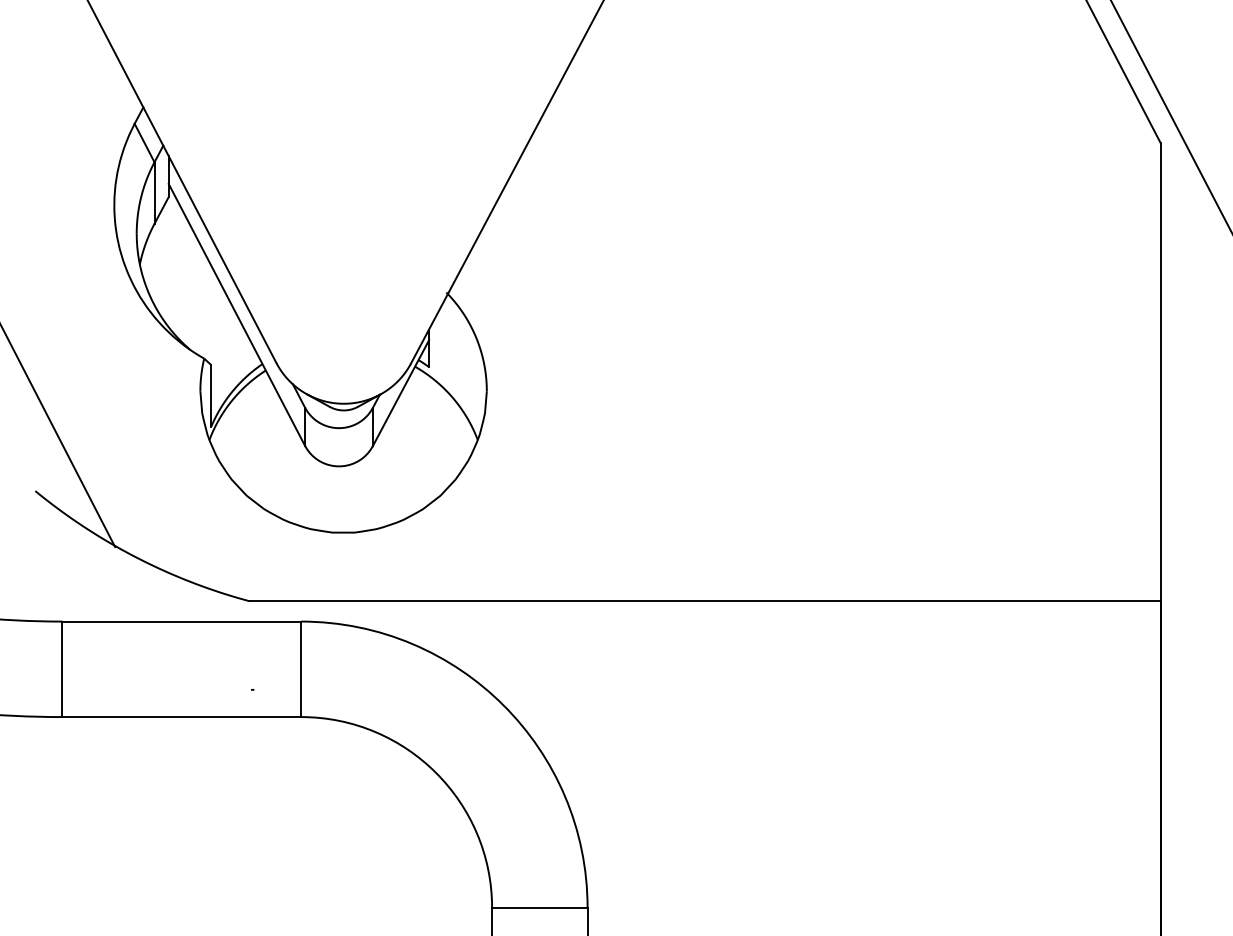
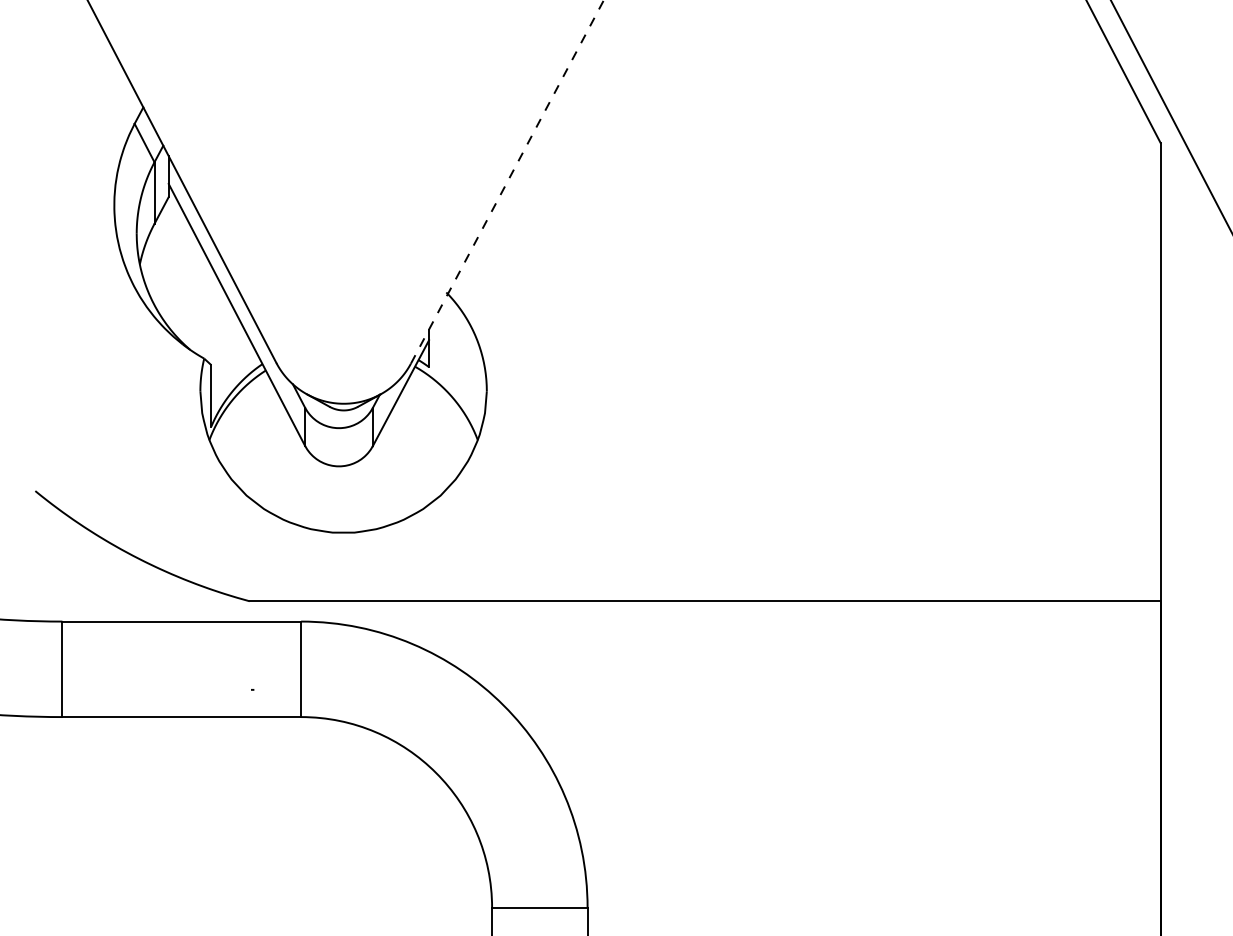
line at (507, 181): solid -> dashed
line at (58, 437): present -> none
